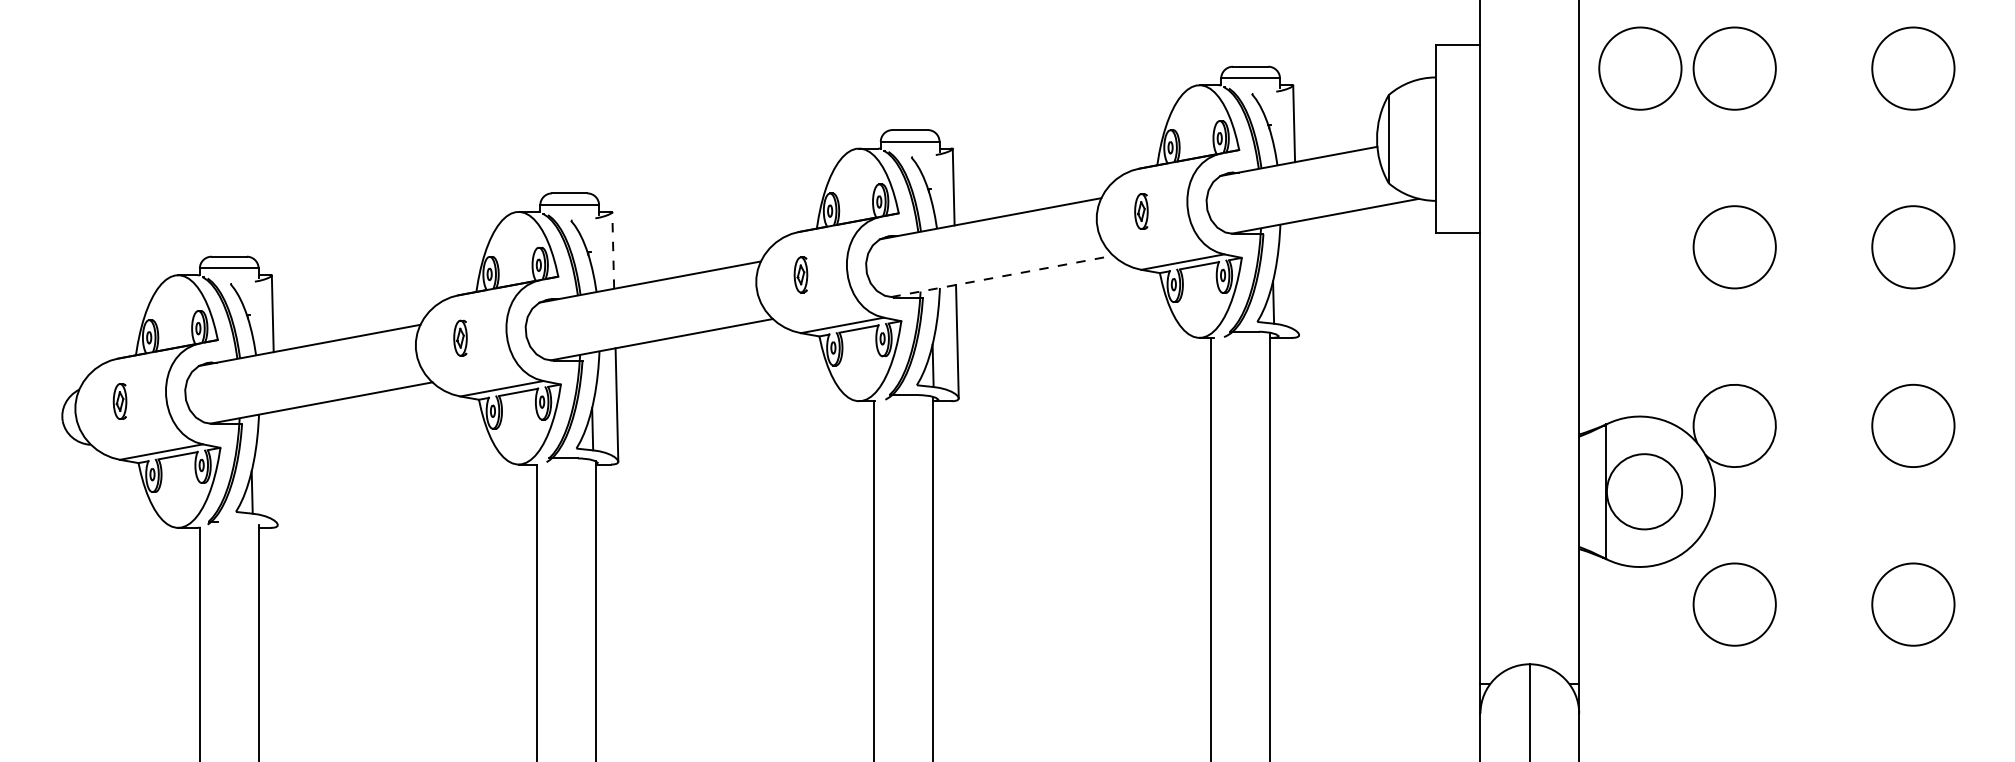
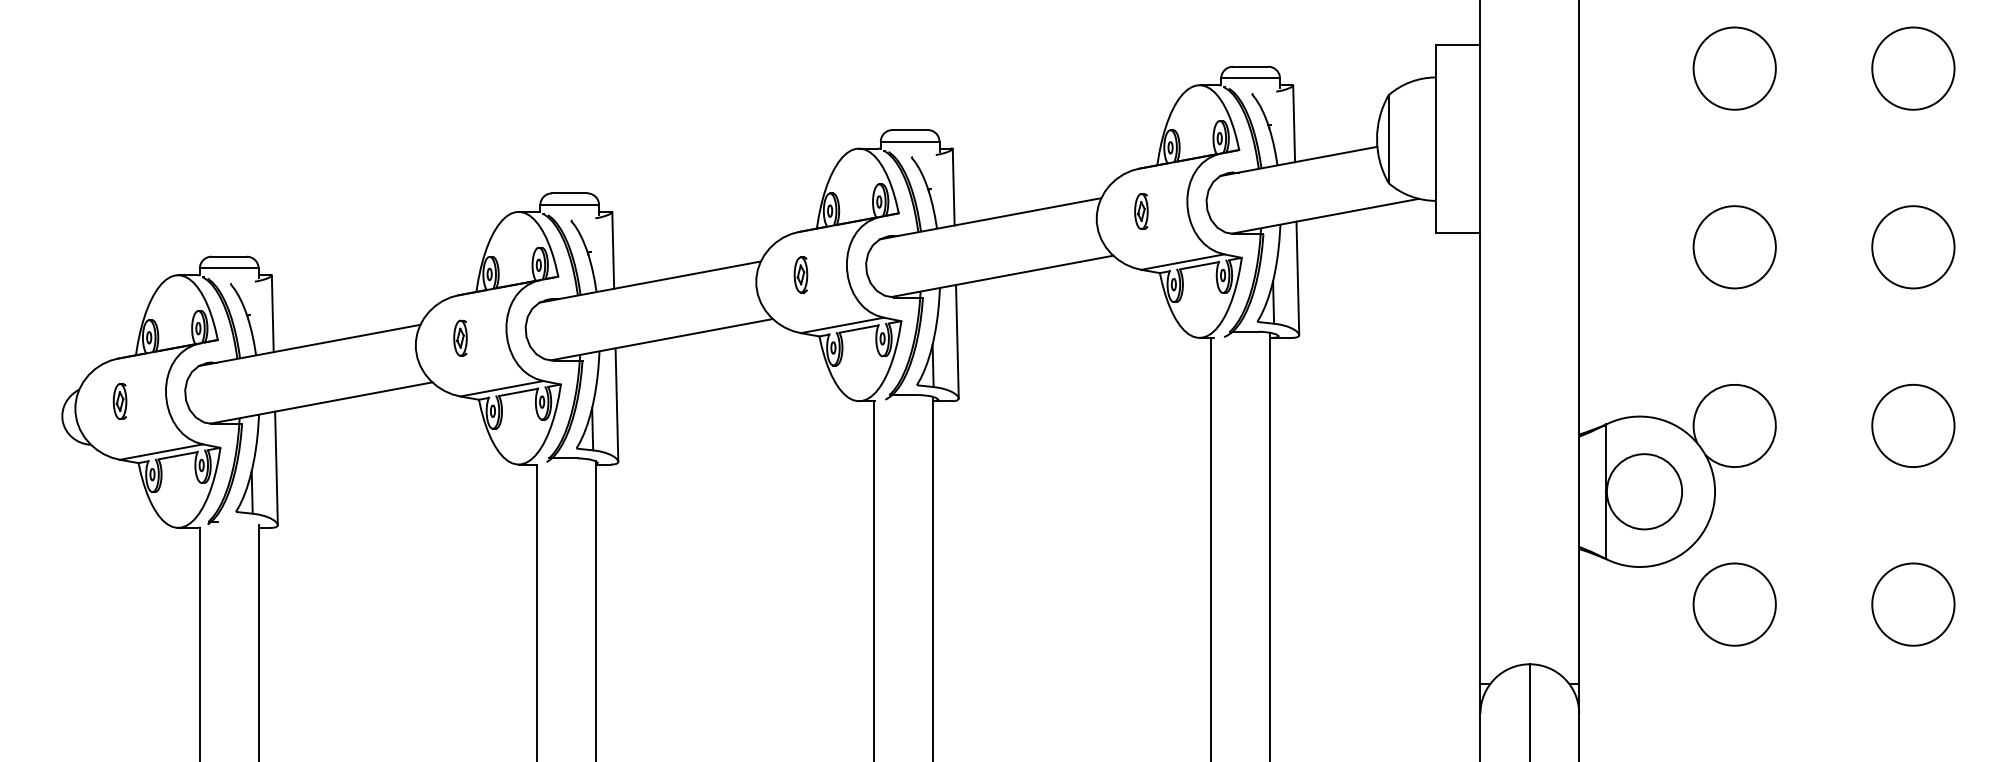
circle at (1640, 68): present -> none
line at (613, 250): dashed -> solid
line at (1002, 276): dashed -> solid
line at (1297, 278): none -> present
line at (276, 468): none -> present
